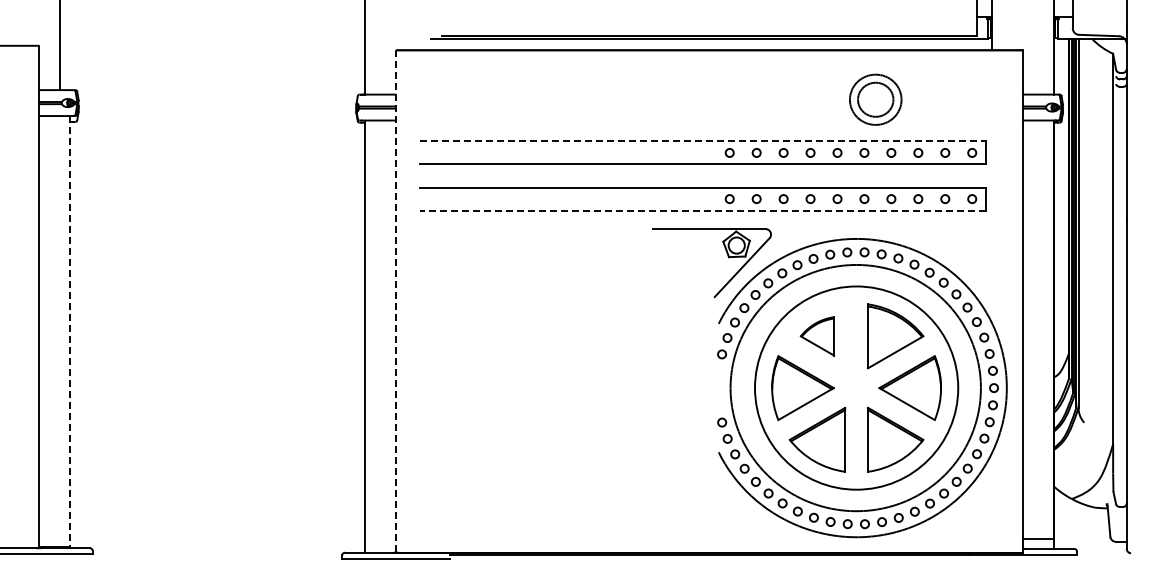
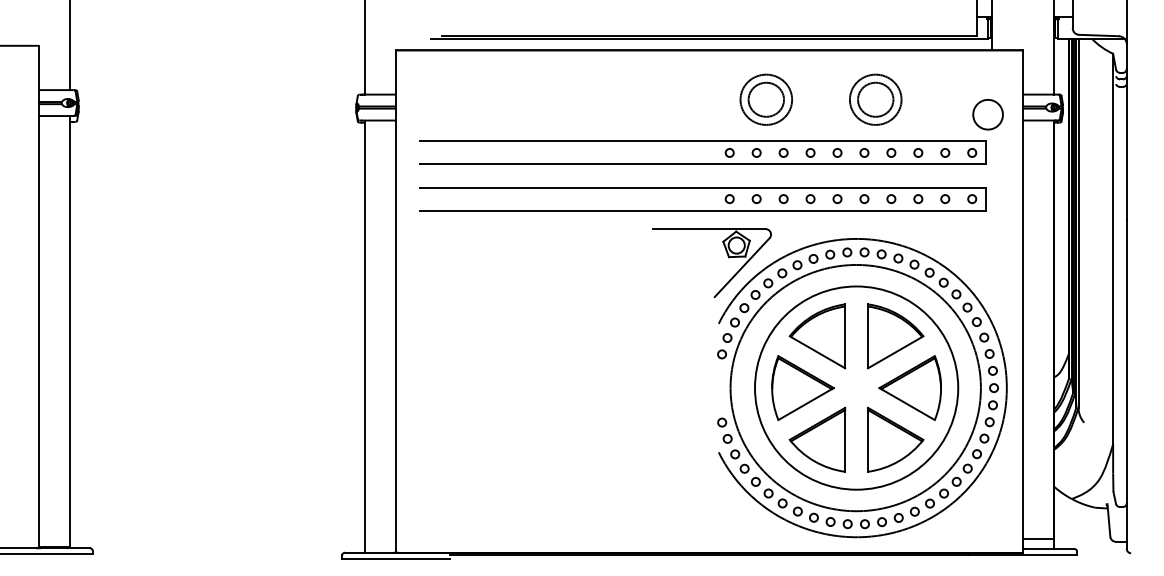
line at (59, 46) position: (59, 46) -> (69, 46)
part at (765, 99): none -> present
part at (987, 114): none -> present
line at (702, 141): dashed -> solid
line at (702, 210): dashed -> solid
line at (396, 302): dashed -> solid
line at (69, 331): dashed -> solid
part at (817, 336) size: 37x41 px -> 59x67 px
